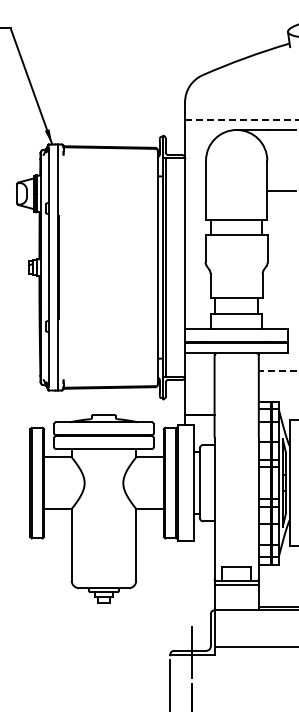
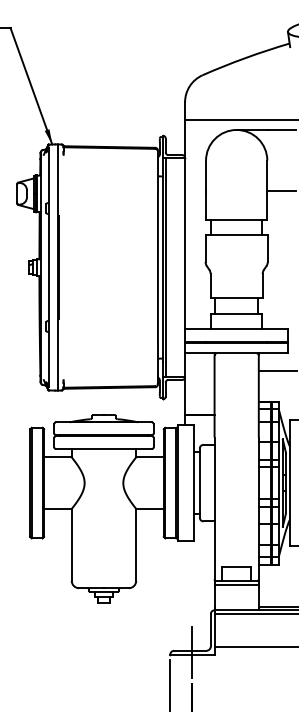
line at (241, 120): dashed -> solid
line at (277, 370): dashed -> solid
line at (254, 614): none -> present
